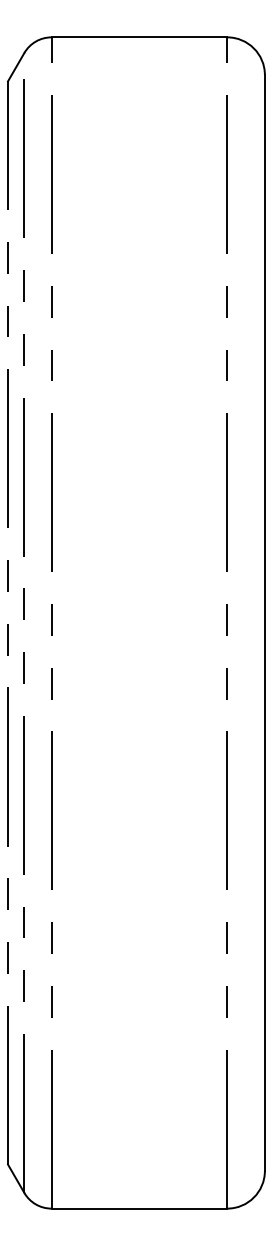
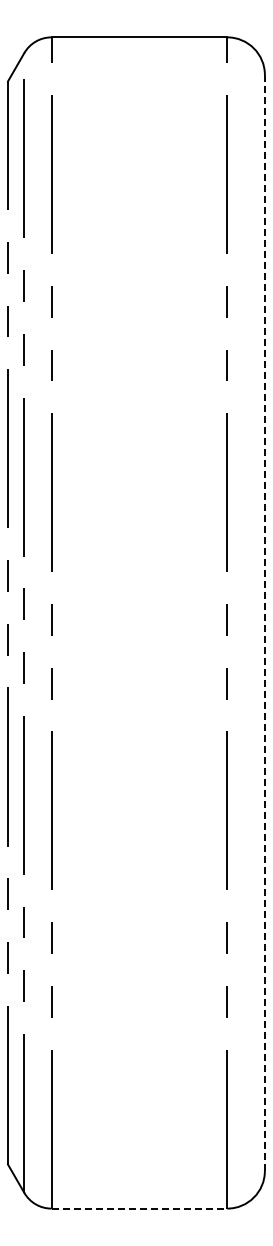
line at (264, 622): solid -> dashed
line at (139, 1208): solid -> dashed
